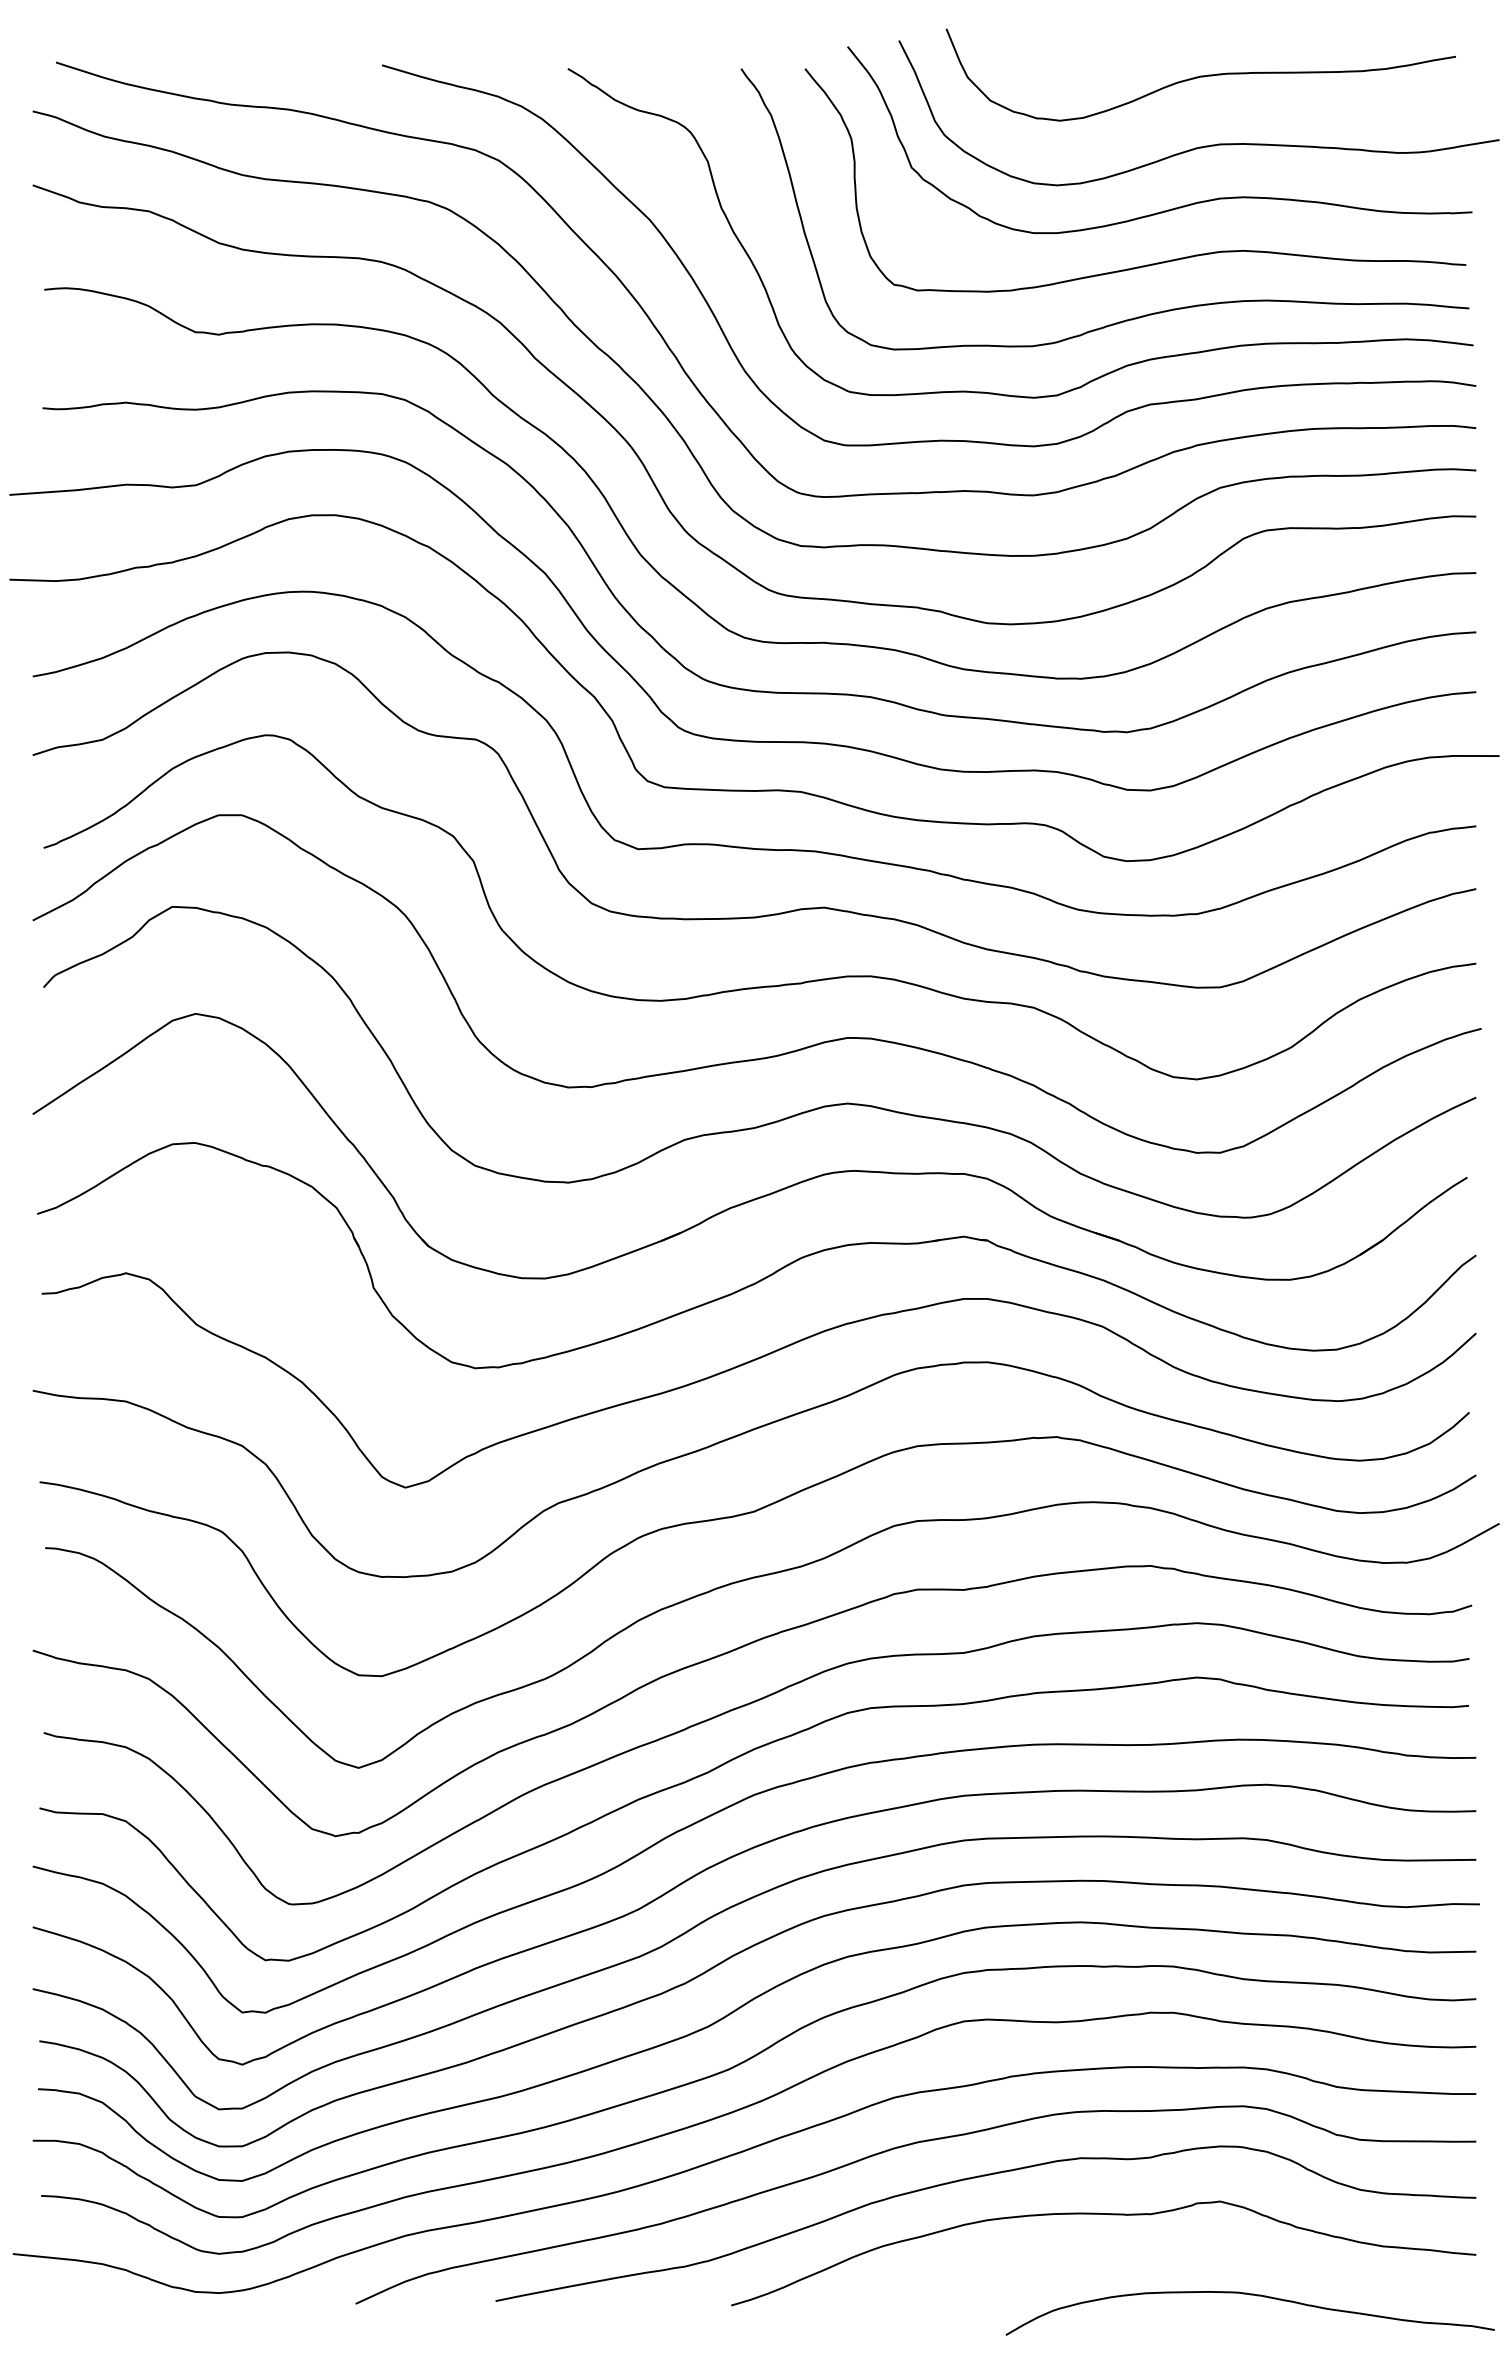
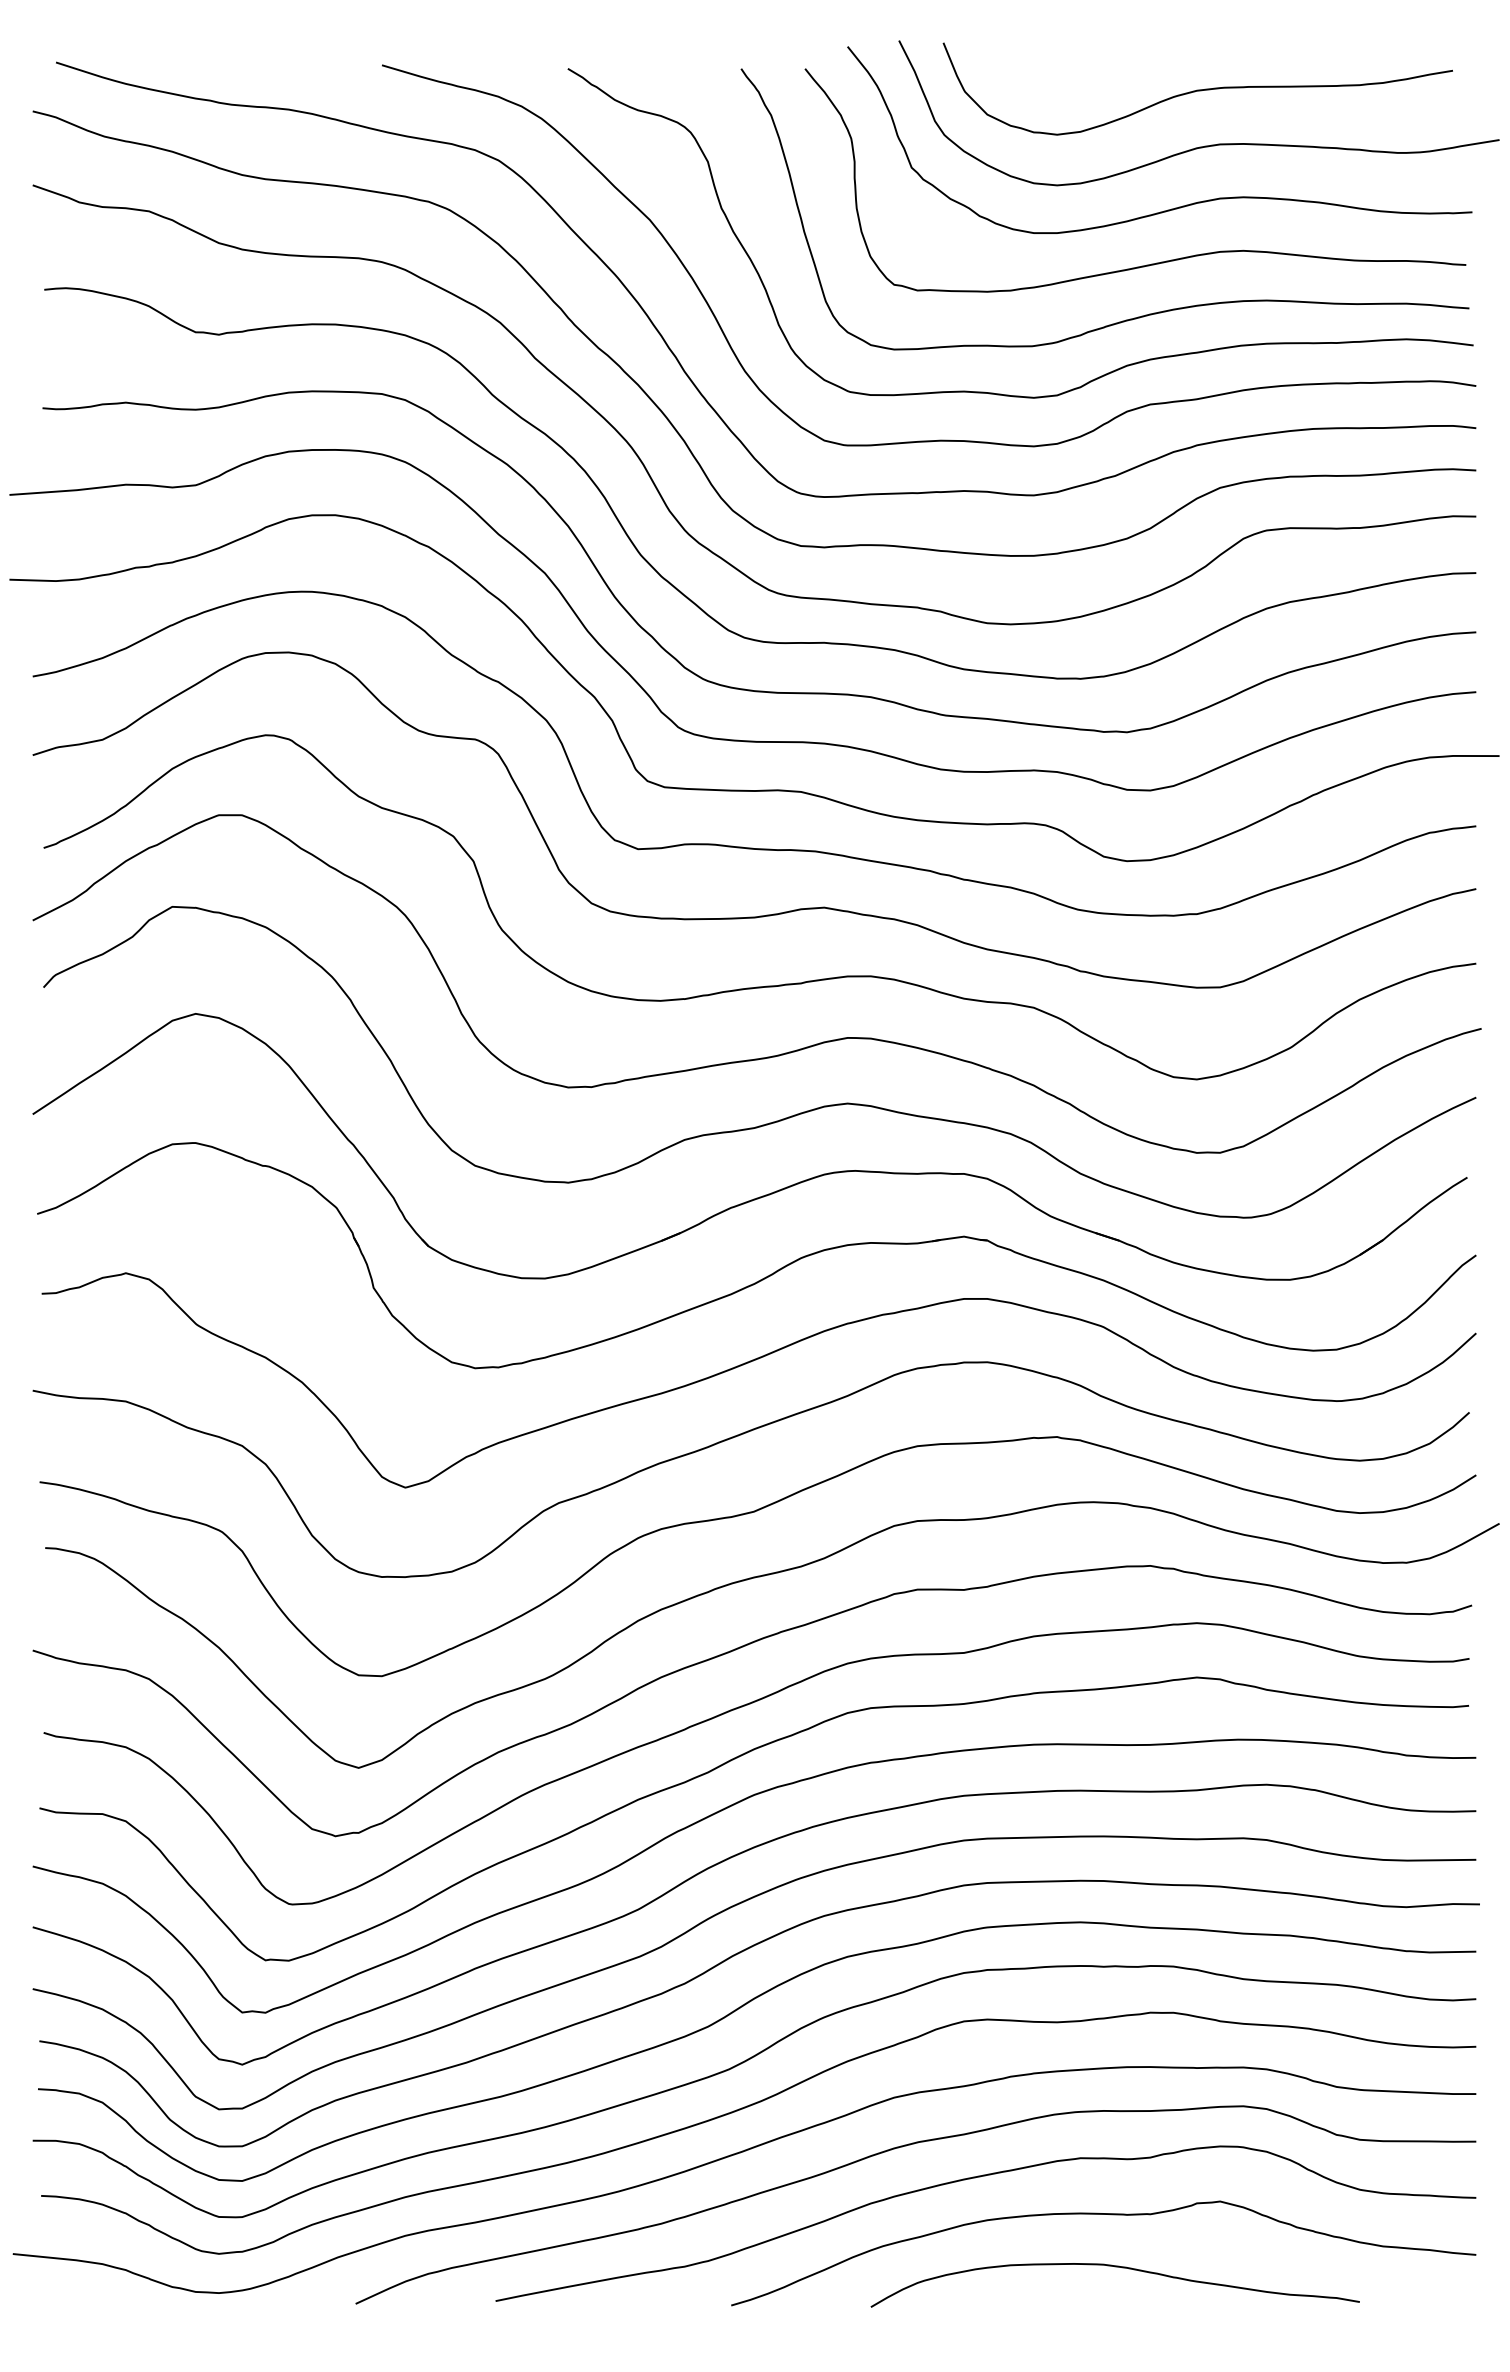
curve at (1200, 75) position: (1200, 75) -> (1197, 89)
curve at (1249, 2295) position: (1249, 2295) -> (1114, 2267)
